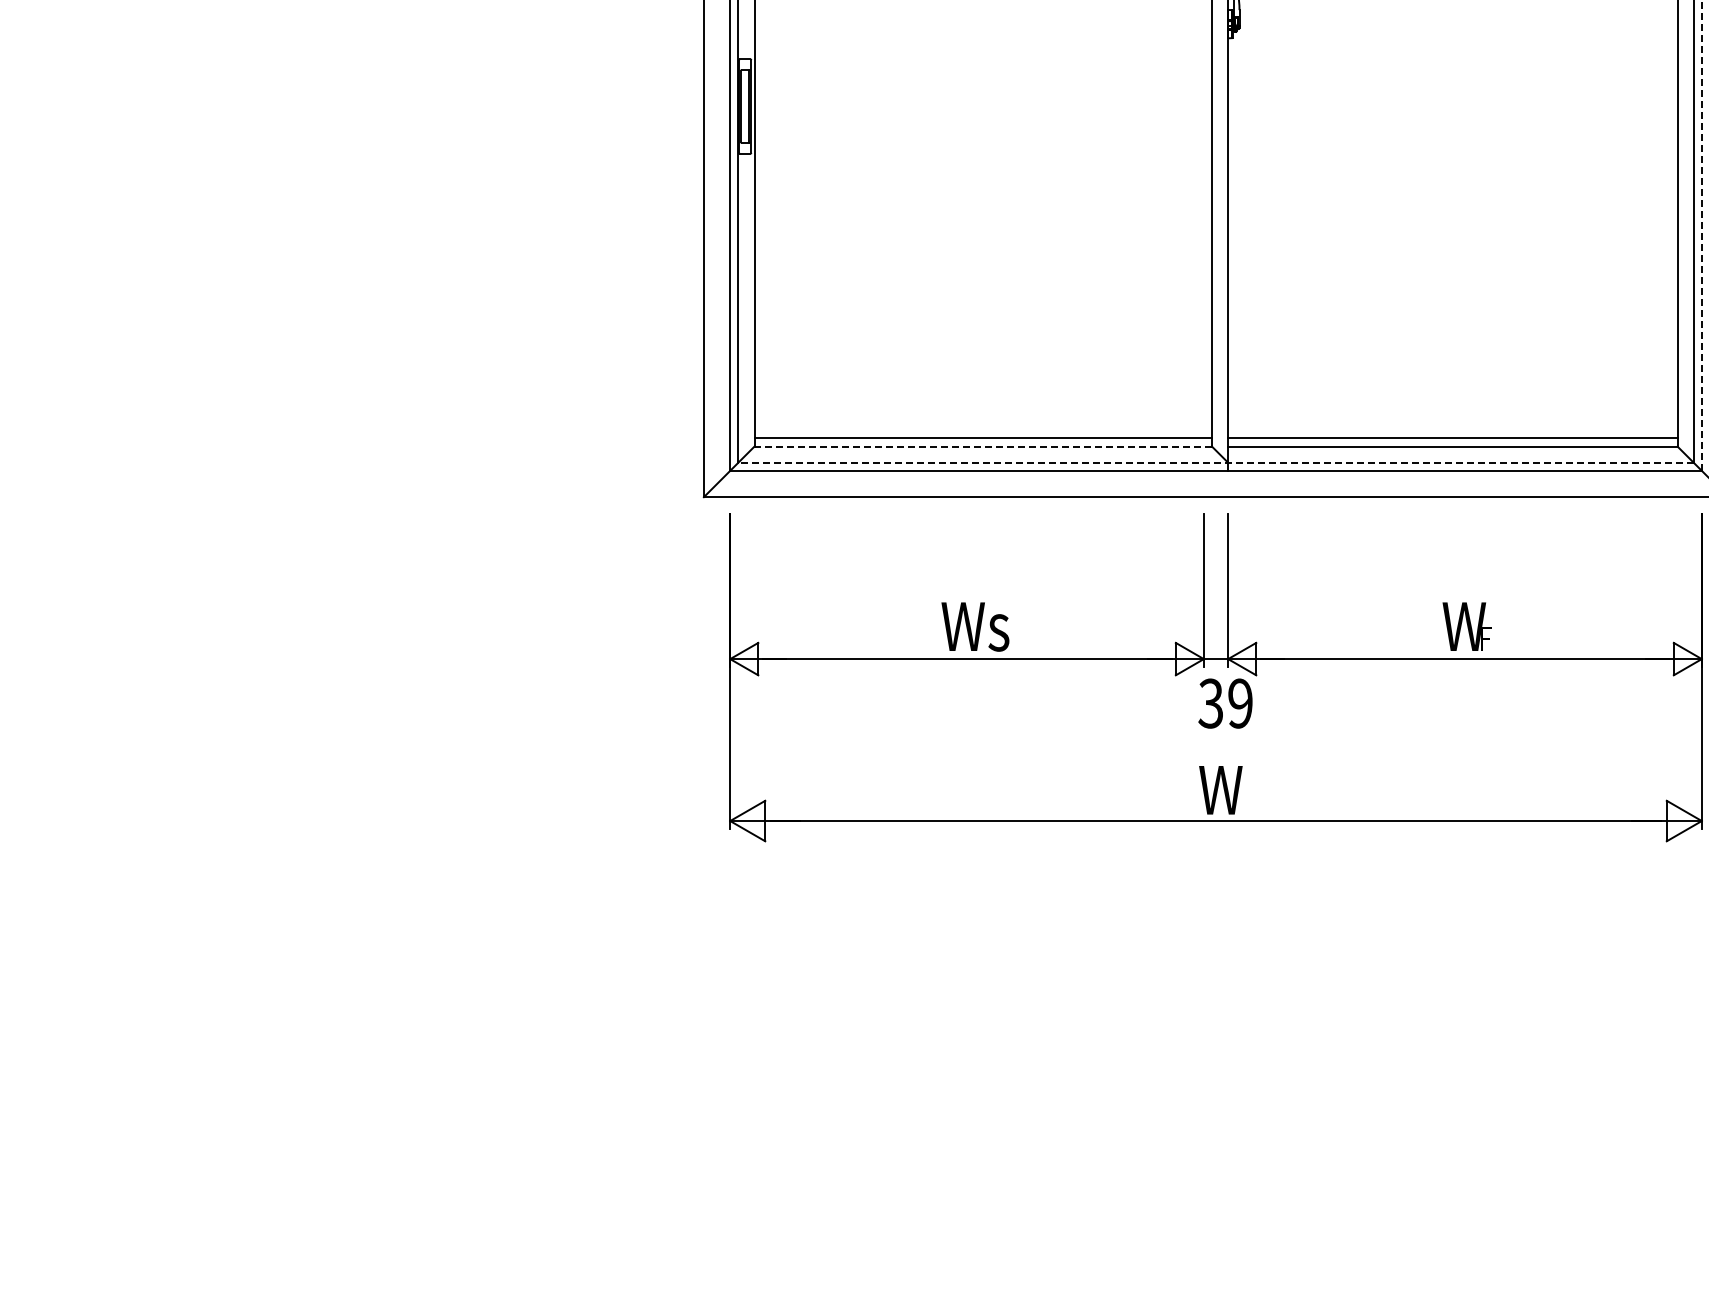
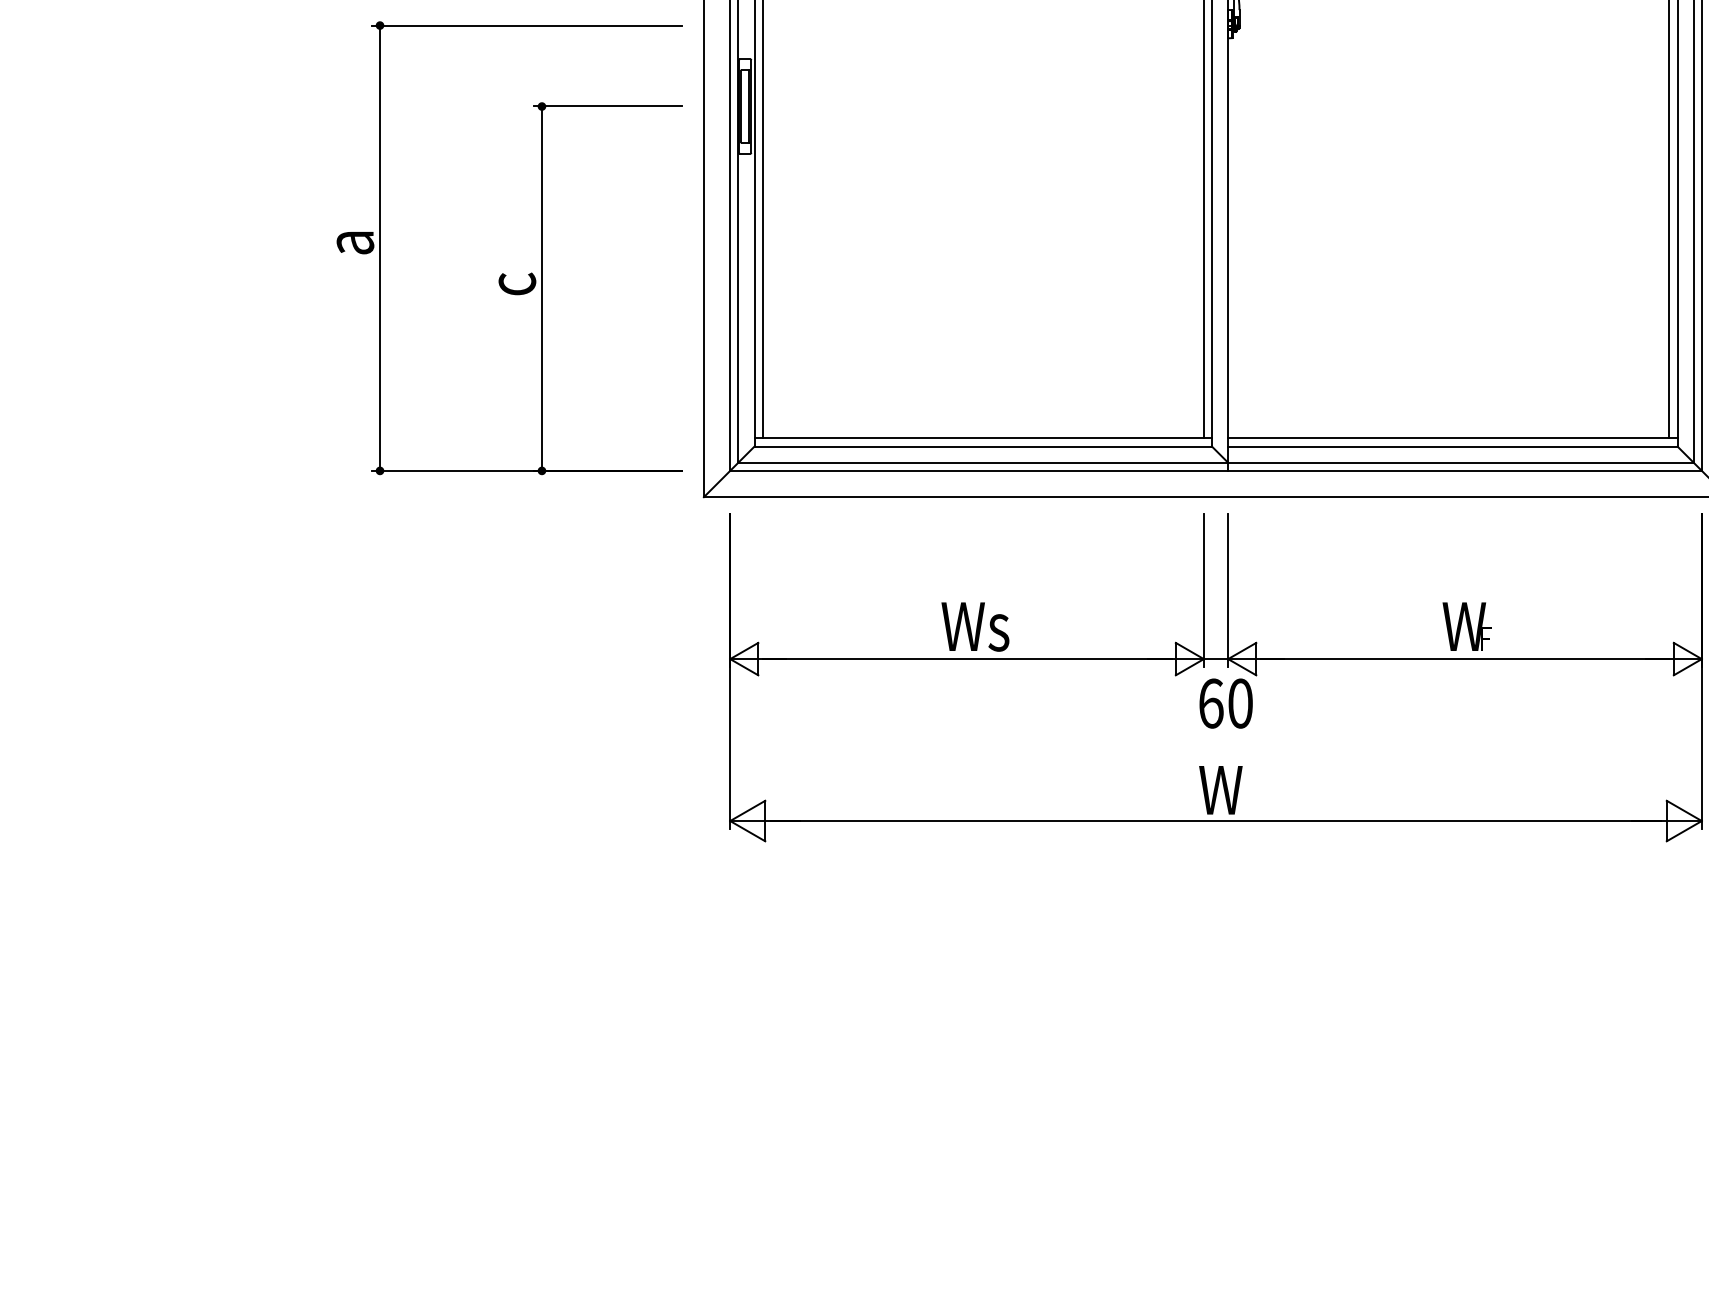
line at (762, 220): none -> present
line at (1203, 220): none -> present
line at (1669, 220): none -> present
line at (1701, 234): dashed -> solid
part at (503, 273): none -> present
line at (983, 446): dashed -> solid
line at (1216, 462): dashed -> solid
text at (1225, 703): 39 -> 60
